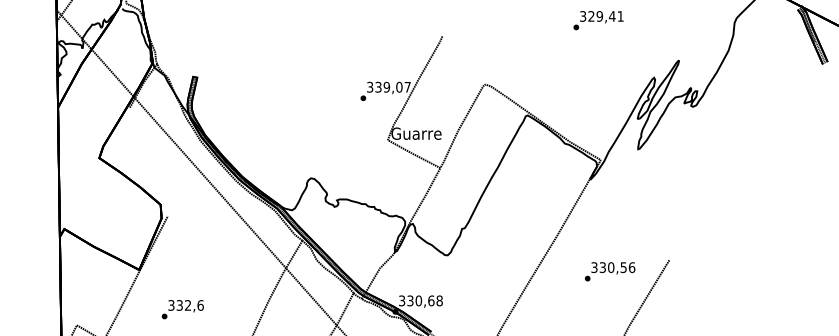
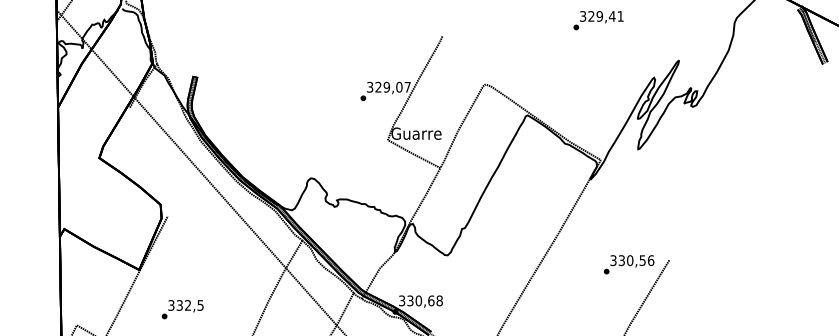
text at (378, 87): 339,07 -> 329,07
text at (609, 271) position: (609, 271) -> (628, 264)
text at (200, 305): 332,6 -> 332,5
